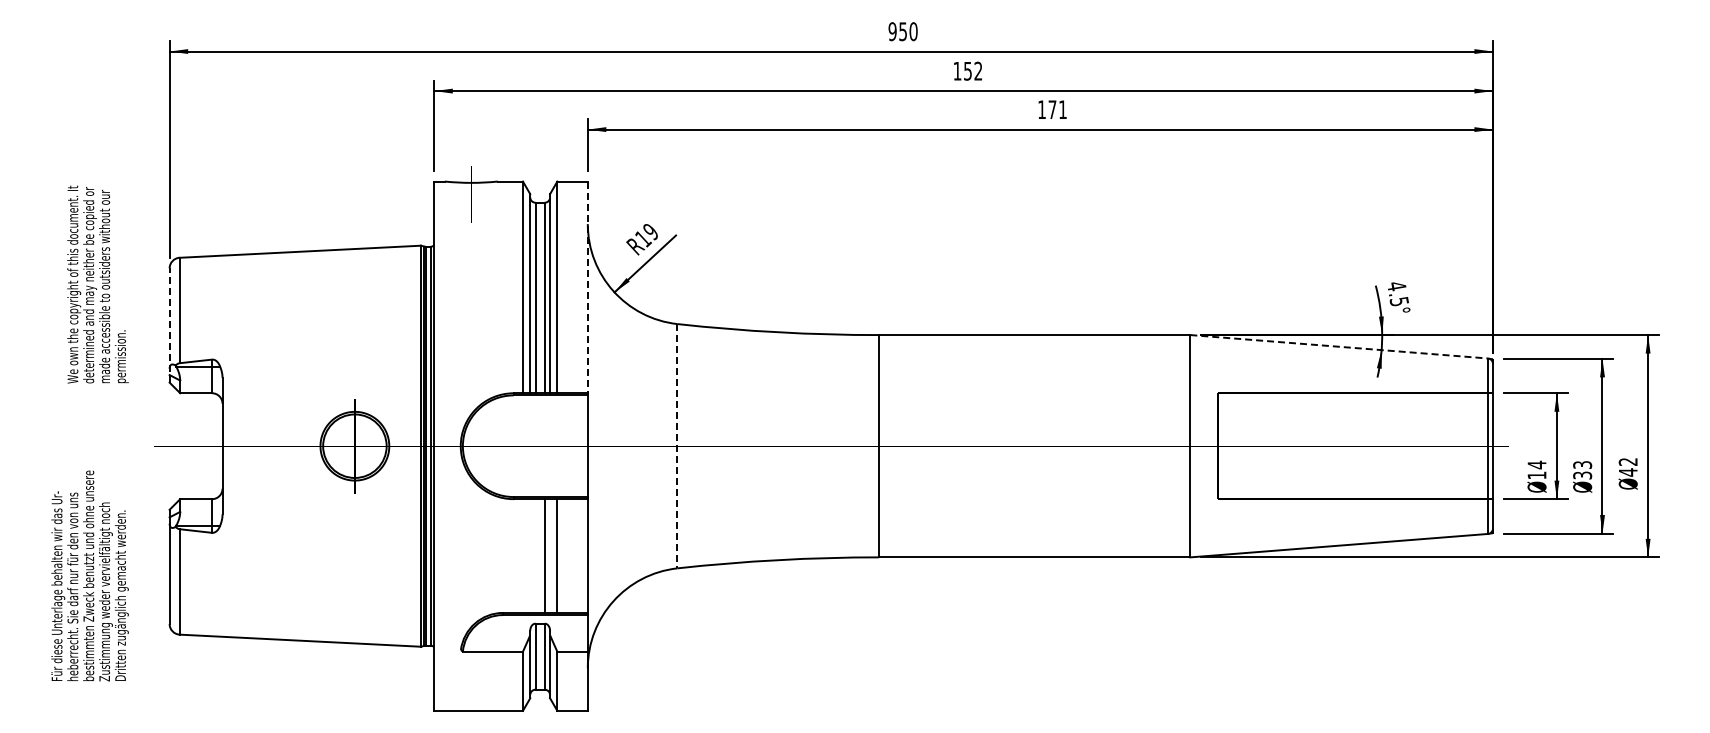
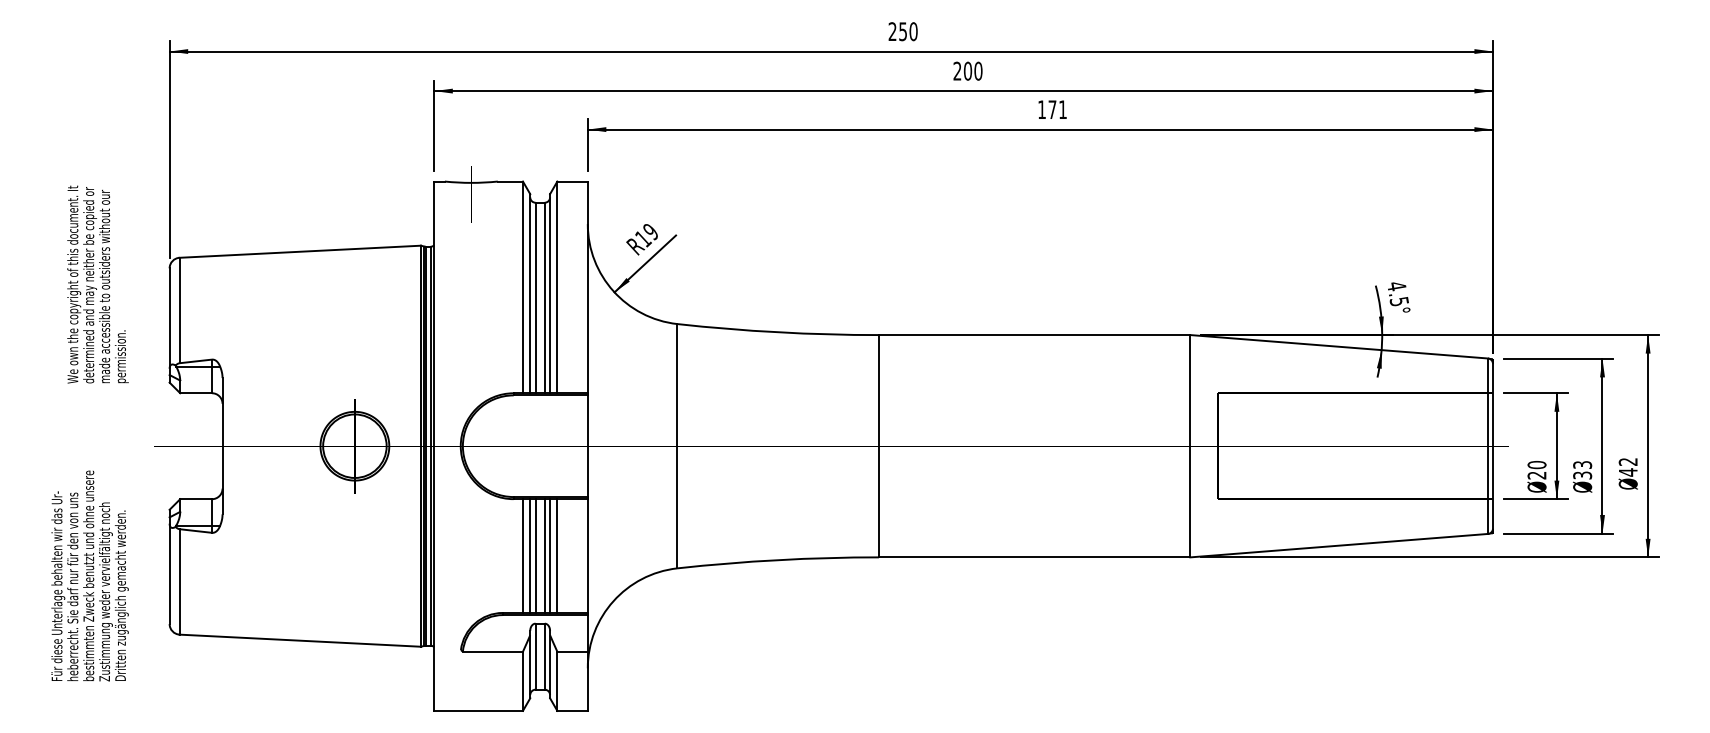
text at (892, 31): 950 -> 250
text at (967, 70): 152 -> 200
line at (587, 287): dashed -> solid
line at (169, 325): dashed -> solid
line at (1339, 346): dashed -> solid
line at (677, 446): dashed -> solid
text at (1536, 469): 14 -> 20
line at (522, 555): none -> present
line at (530, 555): none -> present
line at (535, 555): none -> present
line at (550, 555): none -> present
